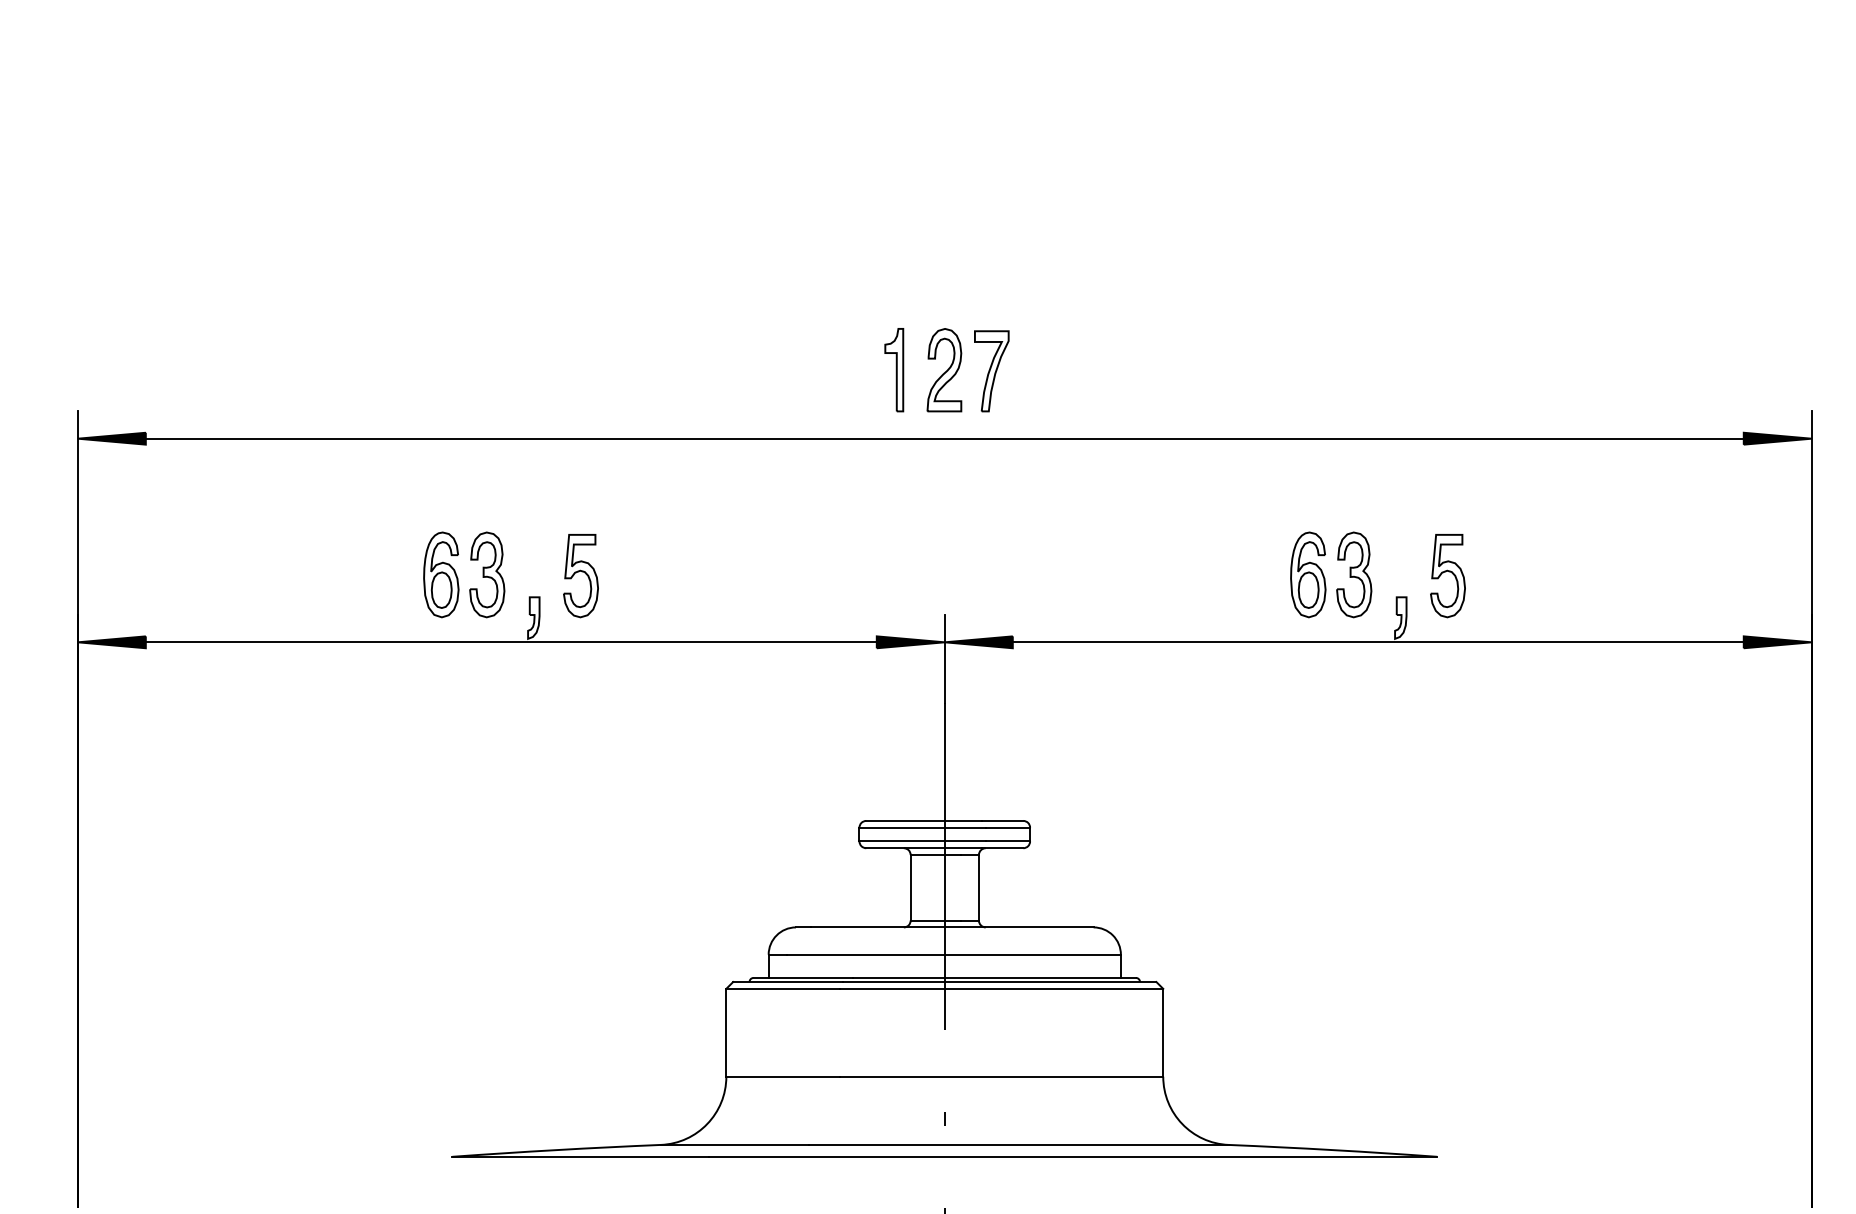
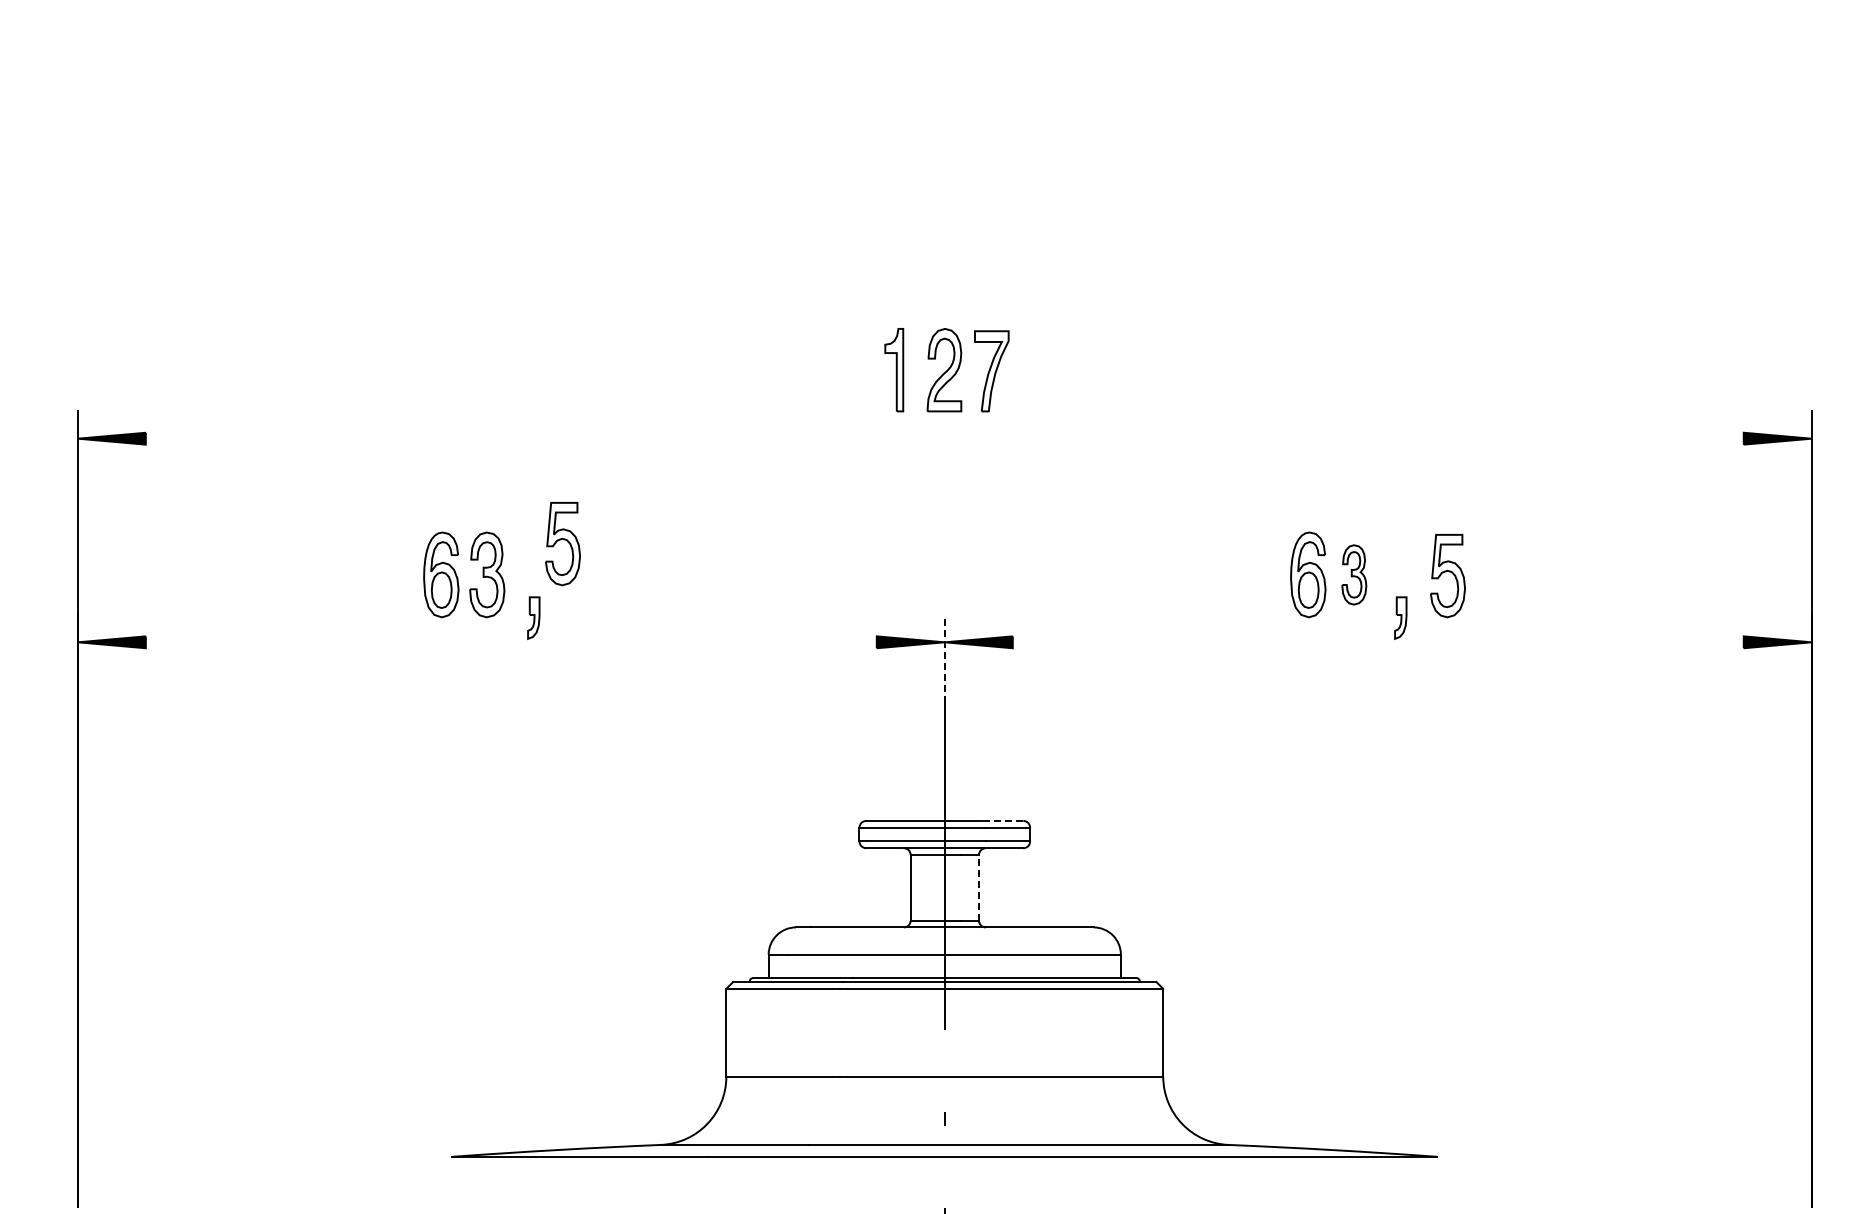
line at (944, 438): present -> none
part at (1354, 574) size: 37x88 px -> 27x62 px
part at (580, 576) position: (580, 576) -> (562, 544)
line at (510, 642): present -> none
line at (1377, 642): present -> none
line at (944, 658): solid -> dashed
line at (1002, 820): solid -> dashed
line at (978, 887): solid -> dashed
